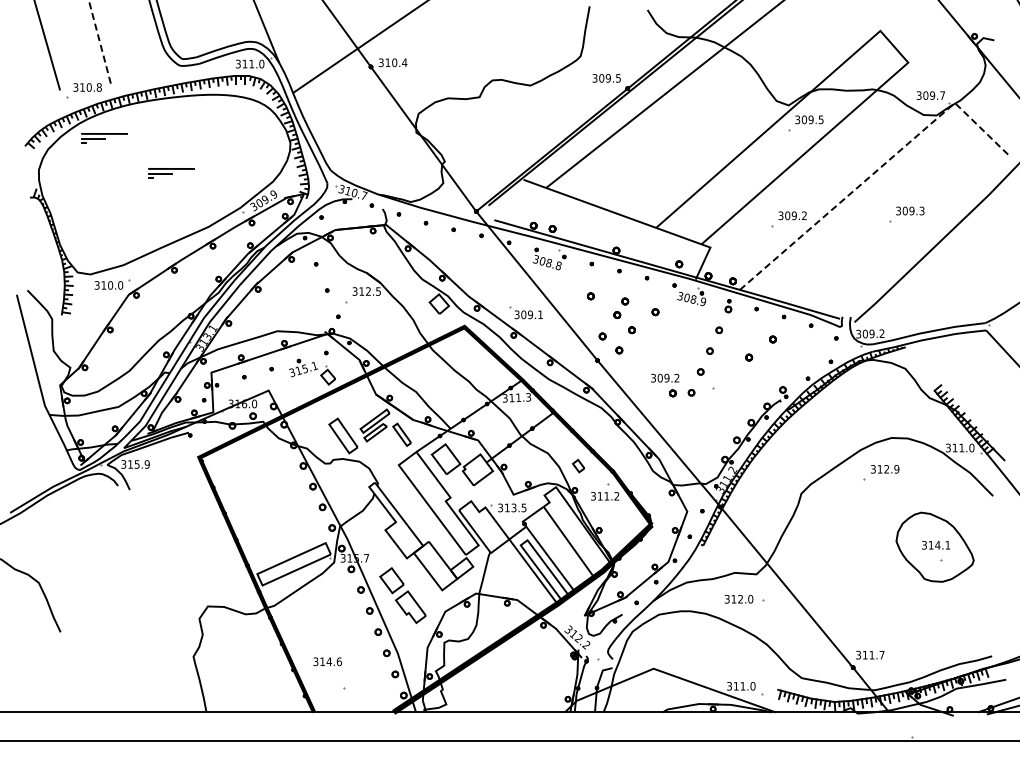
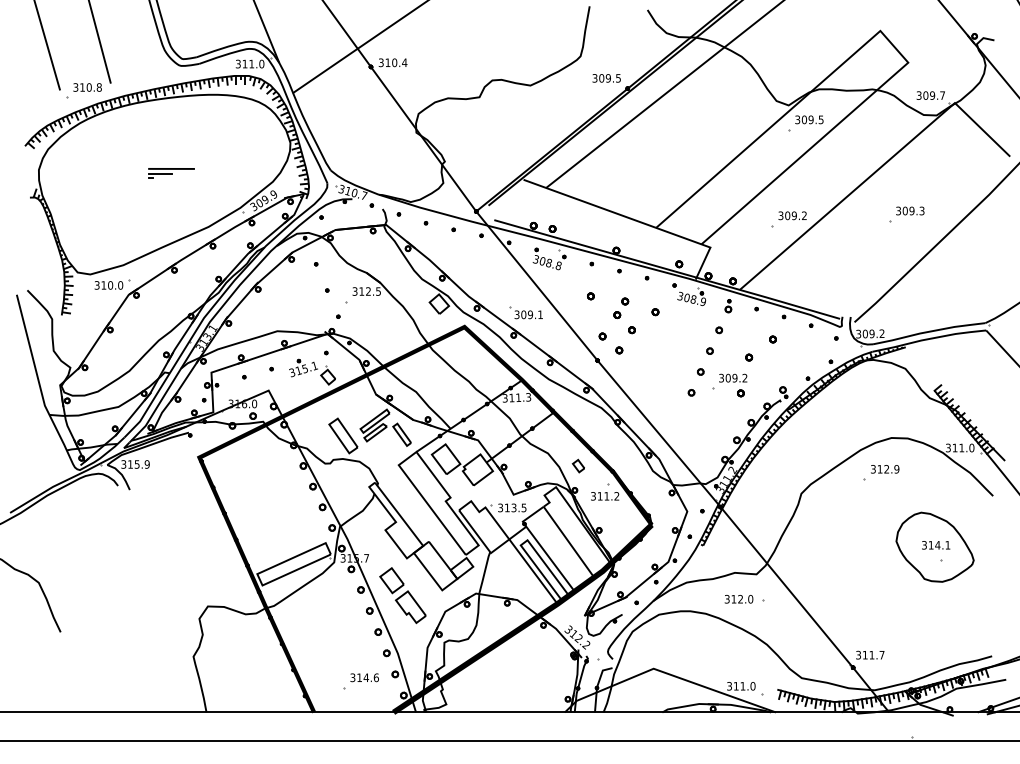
line at (99, 42): dashed -> solid
part at (104, 138): present -> none
line at (877, 170): dashed -> solid
part at (665, 385) position: (665, 385) -> (733, 385)
text at (327, 661) position: (327, 661) -> (364, 677)
